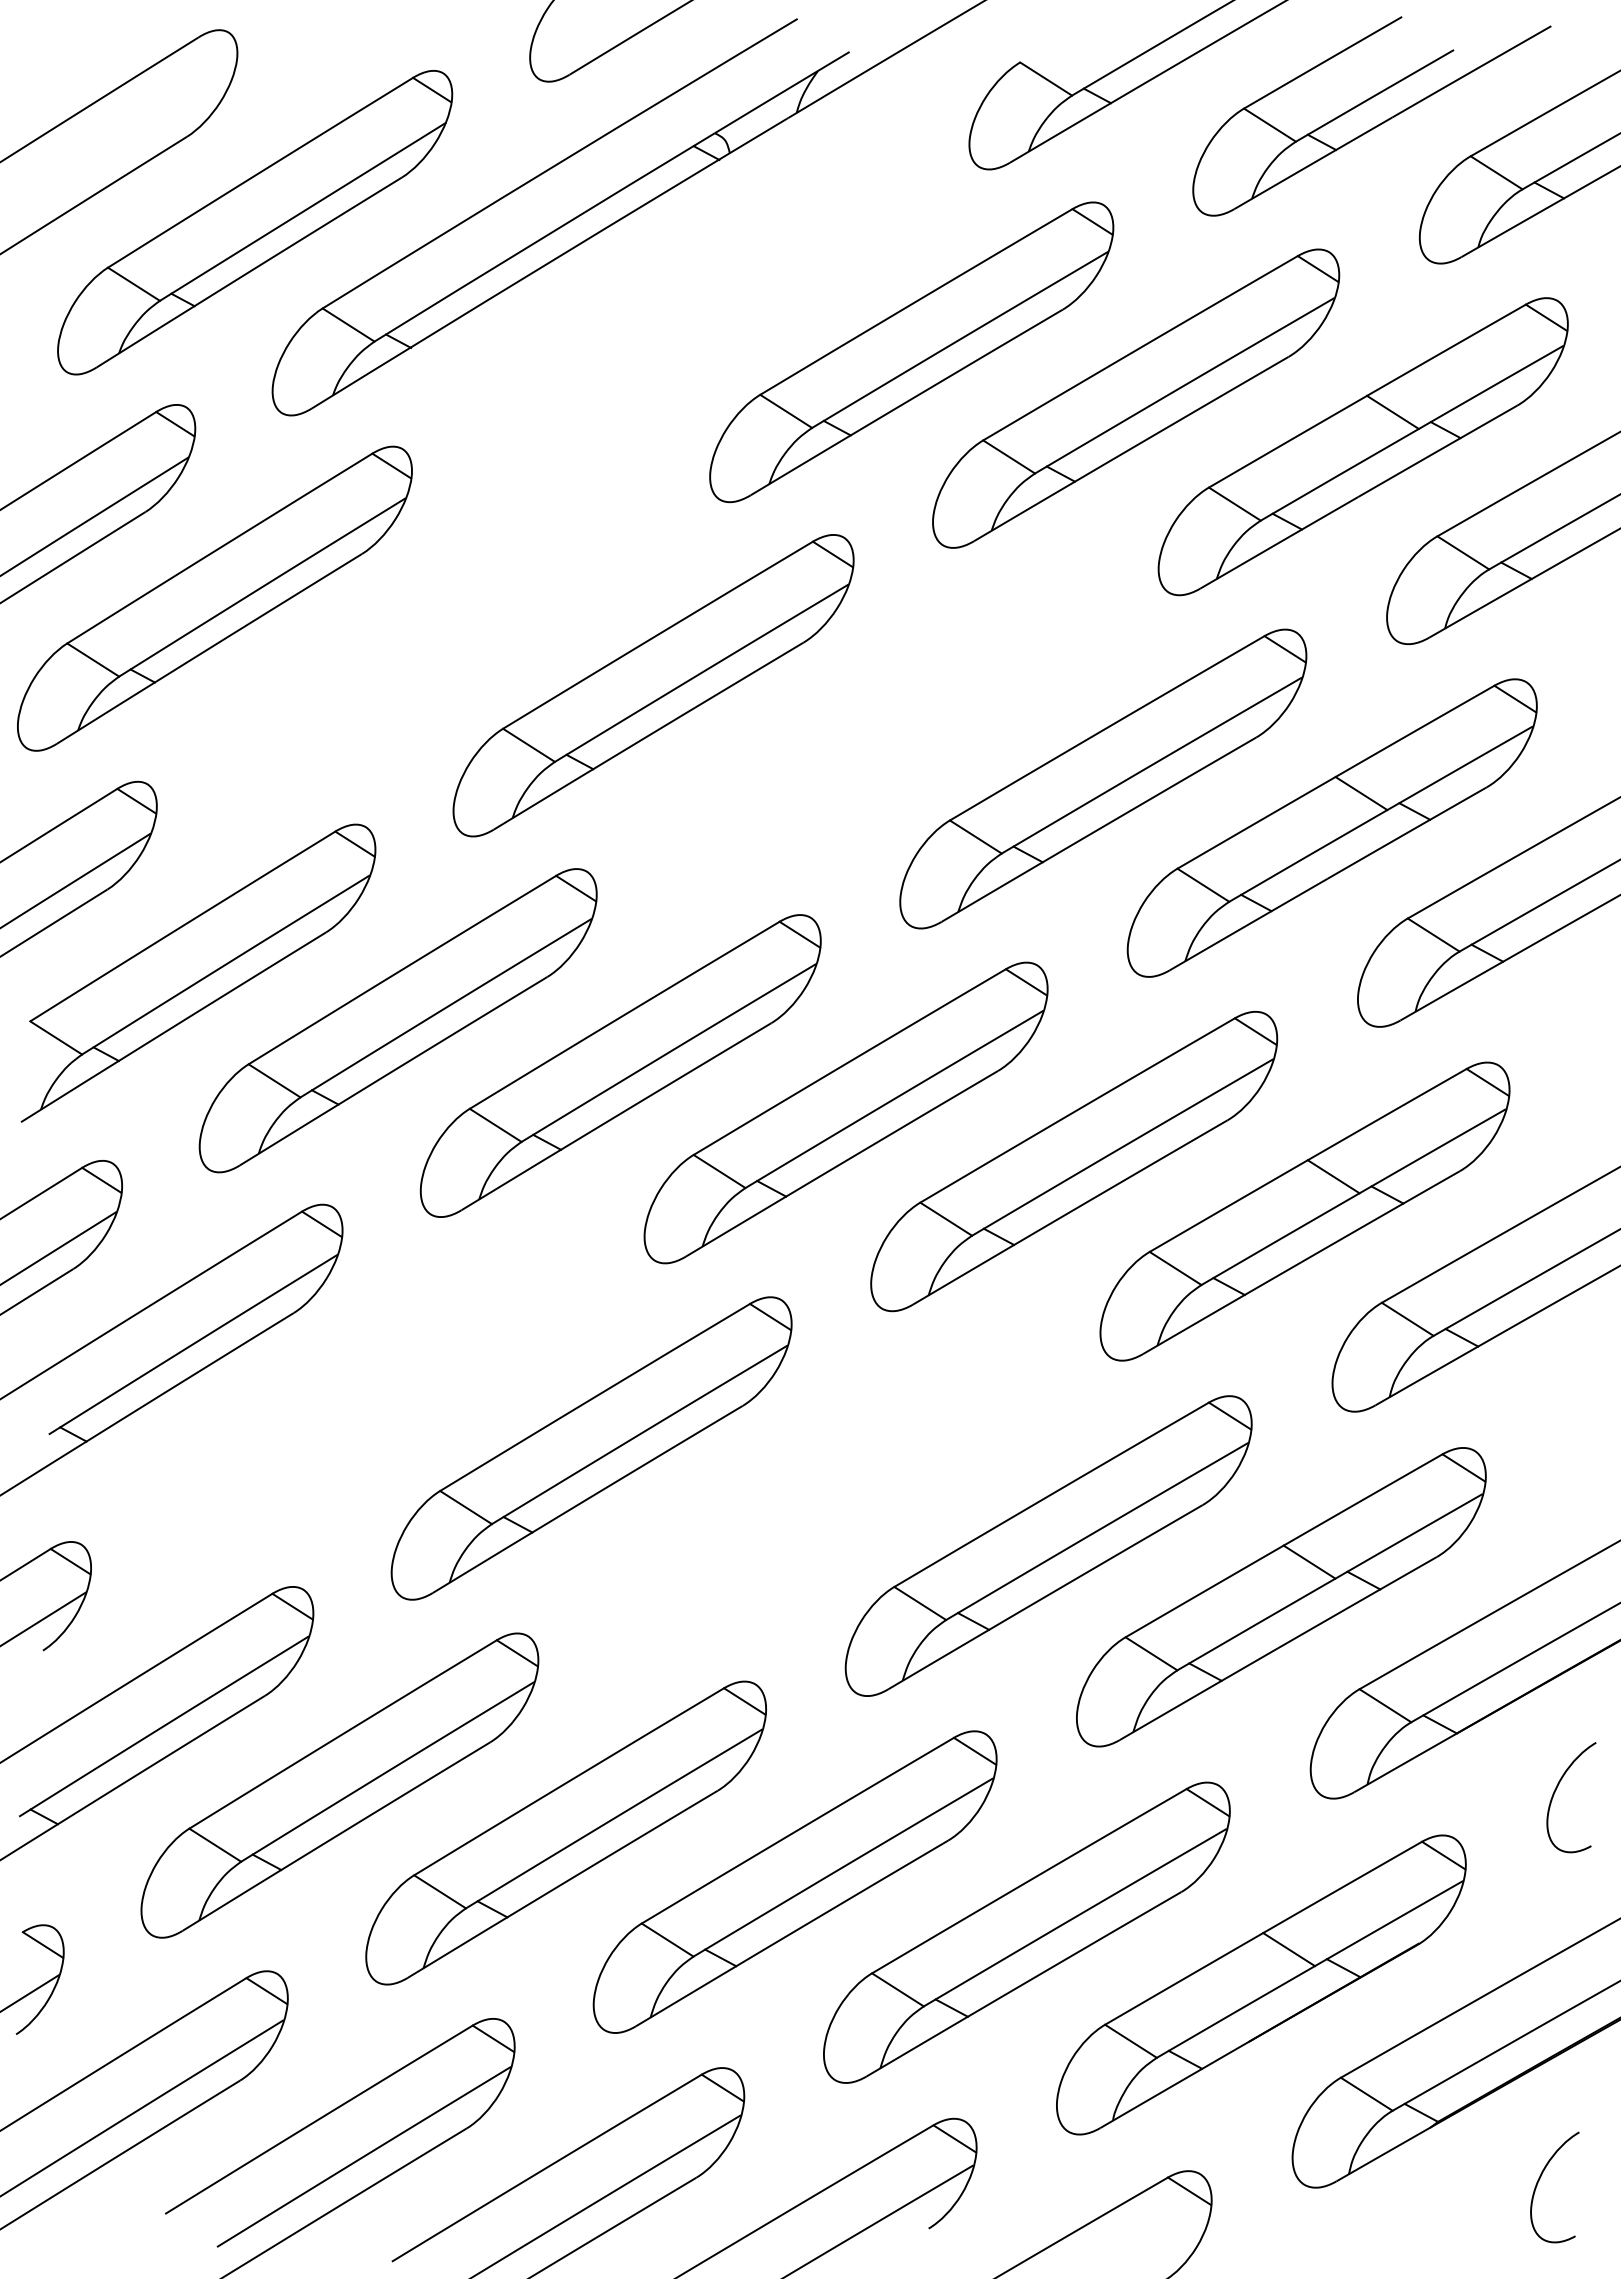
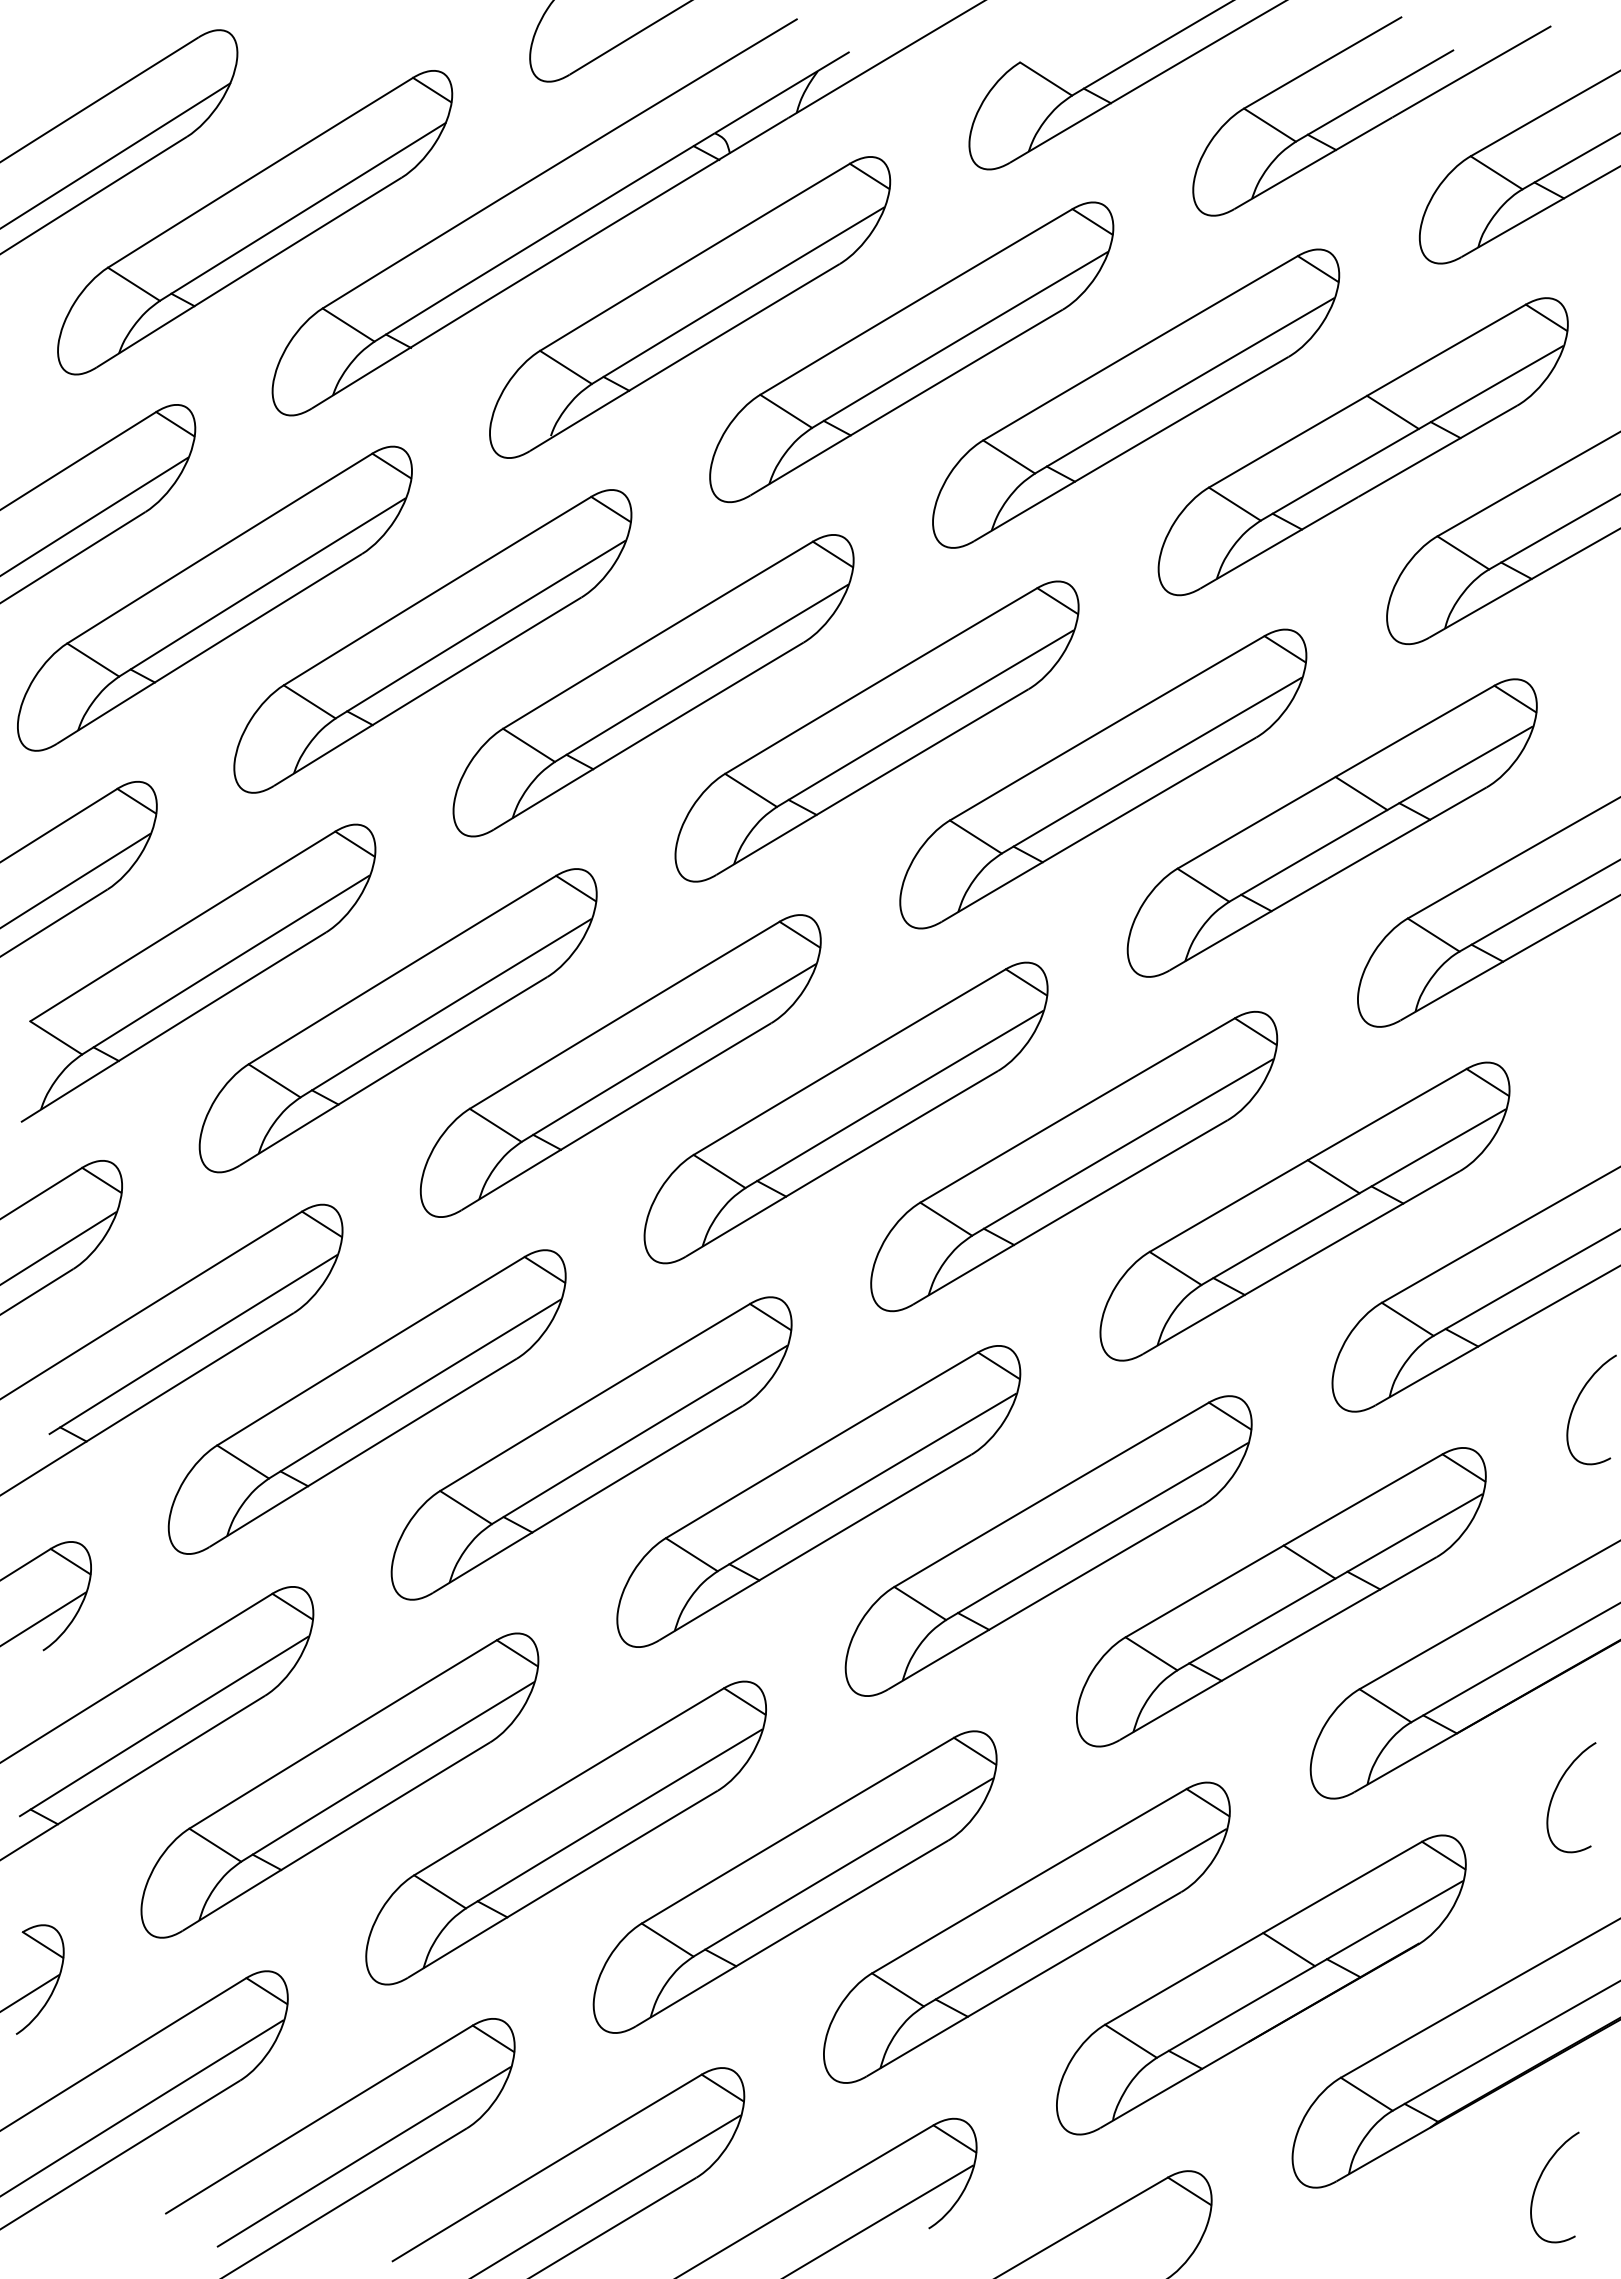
line at (116, 155): none -> present
part at (690, 307): none -> present
part at (432, 641): none -> present
part at (876, 731): none -> present
part at (366, 1401): none -> present
curve at (1577, 1401): none -> present
part at (818, 1496): none -> present
